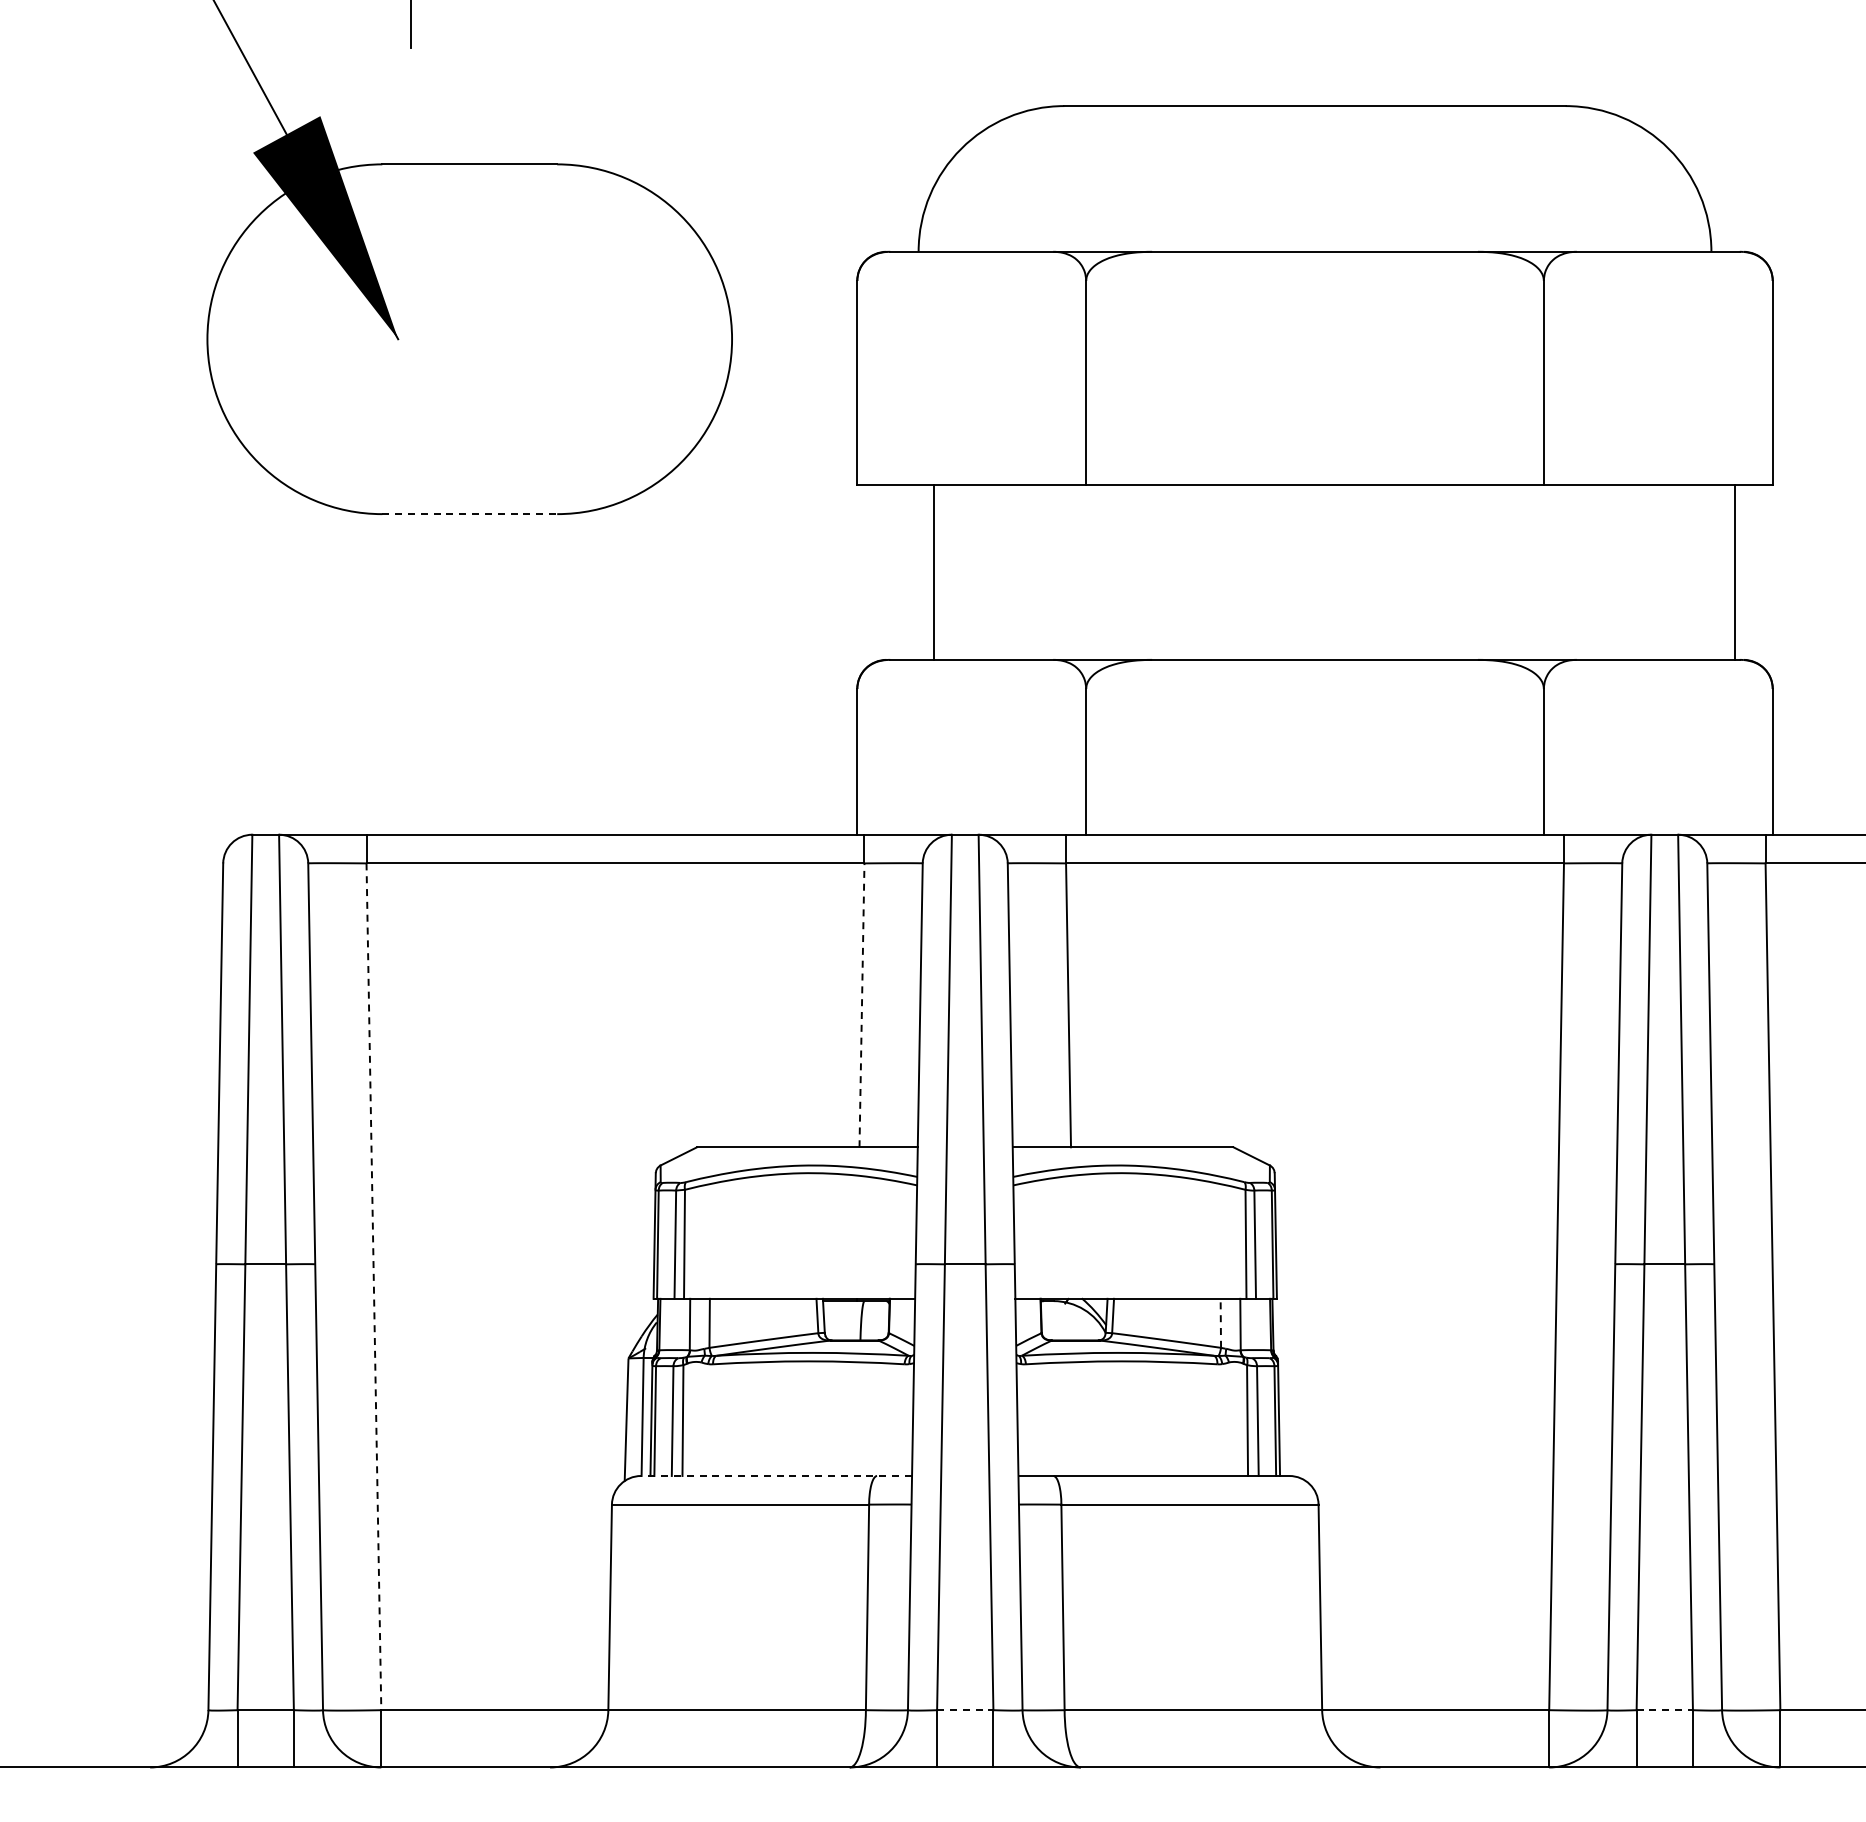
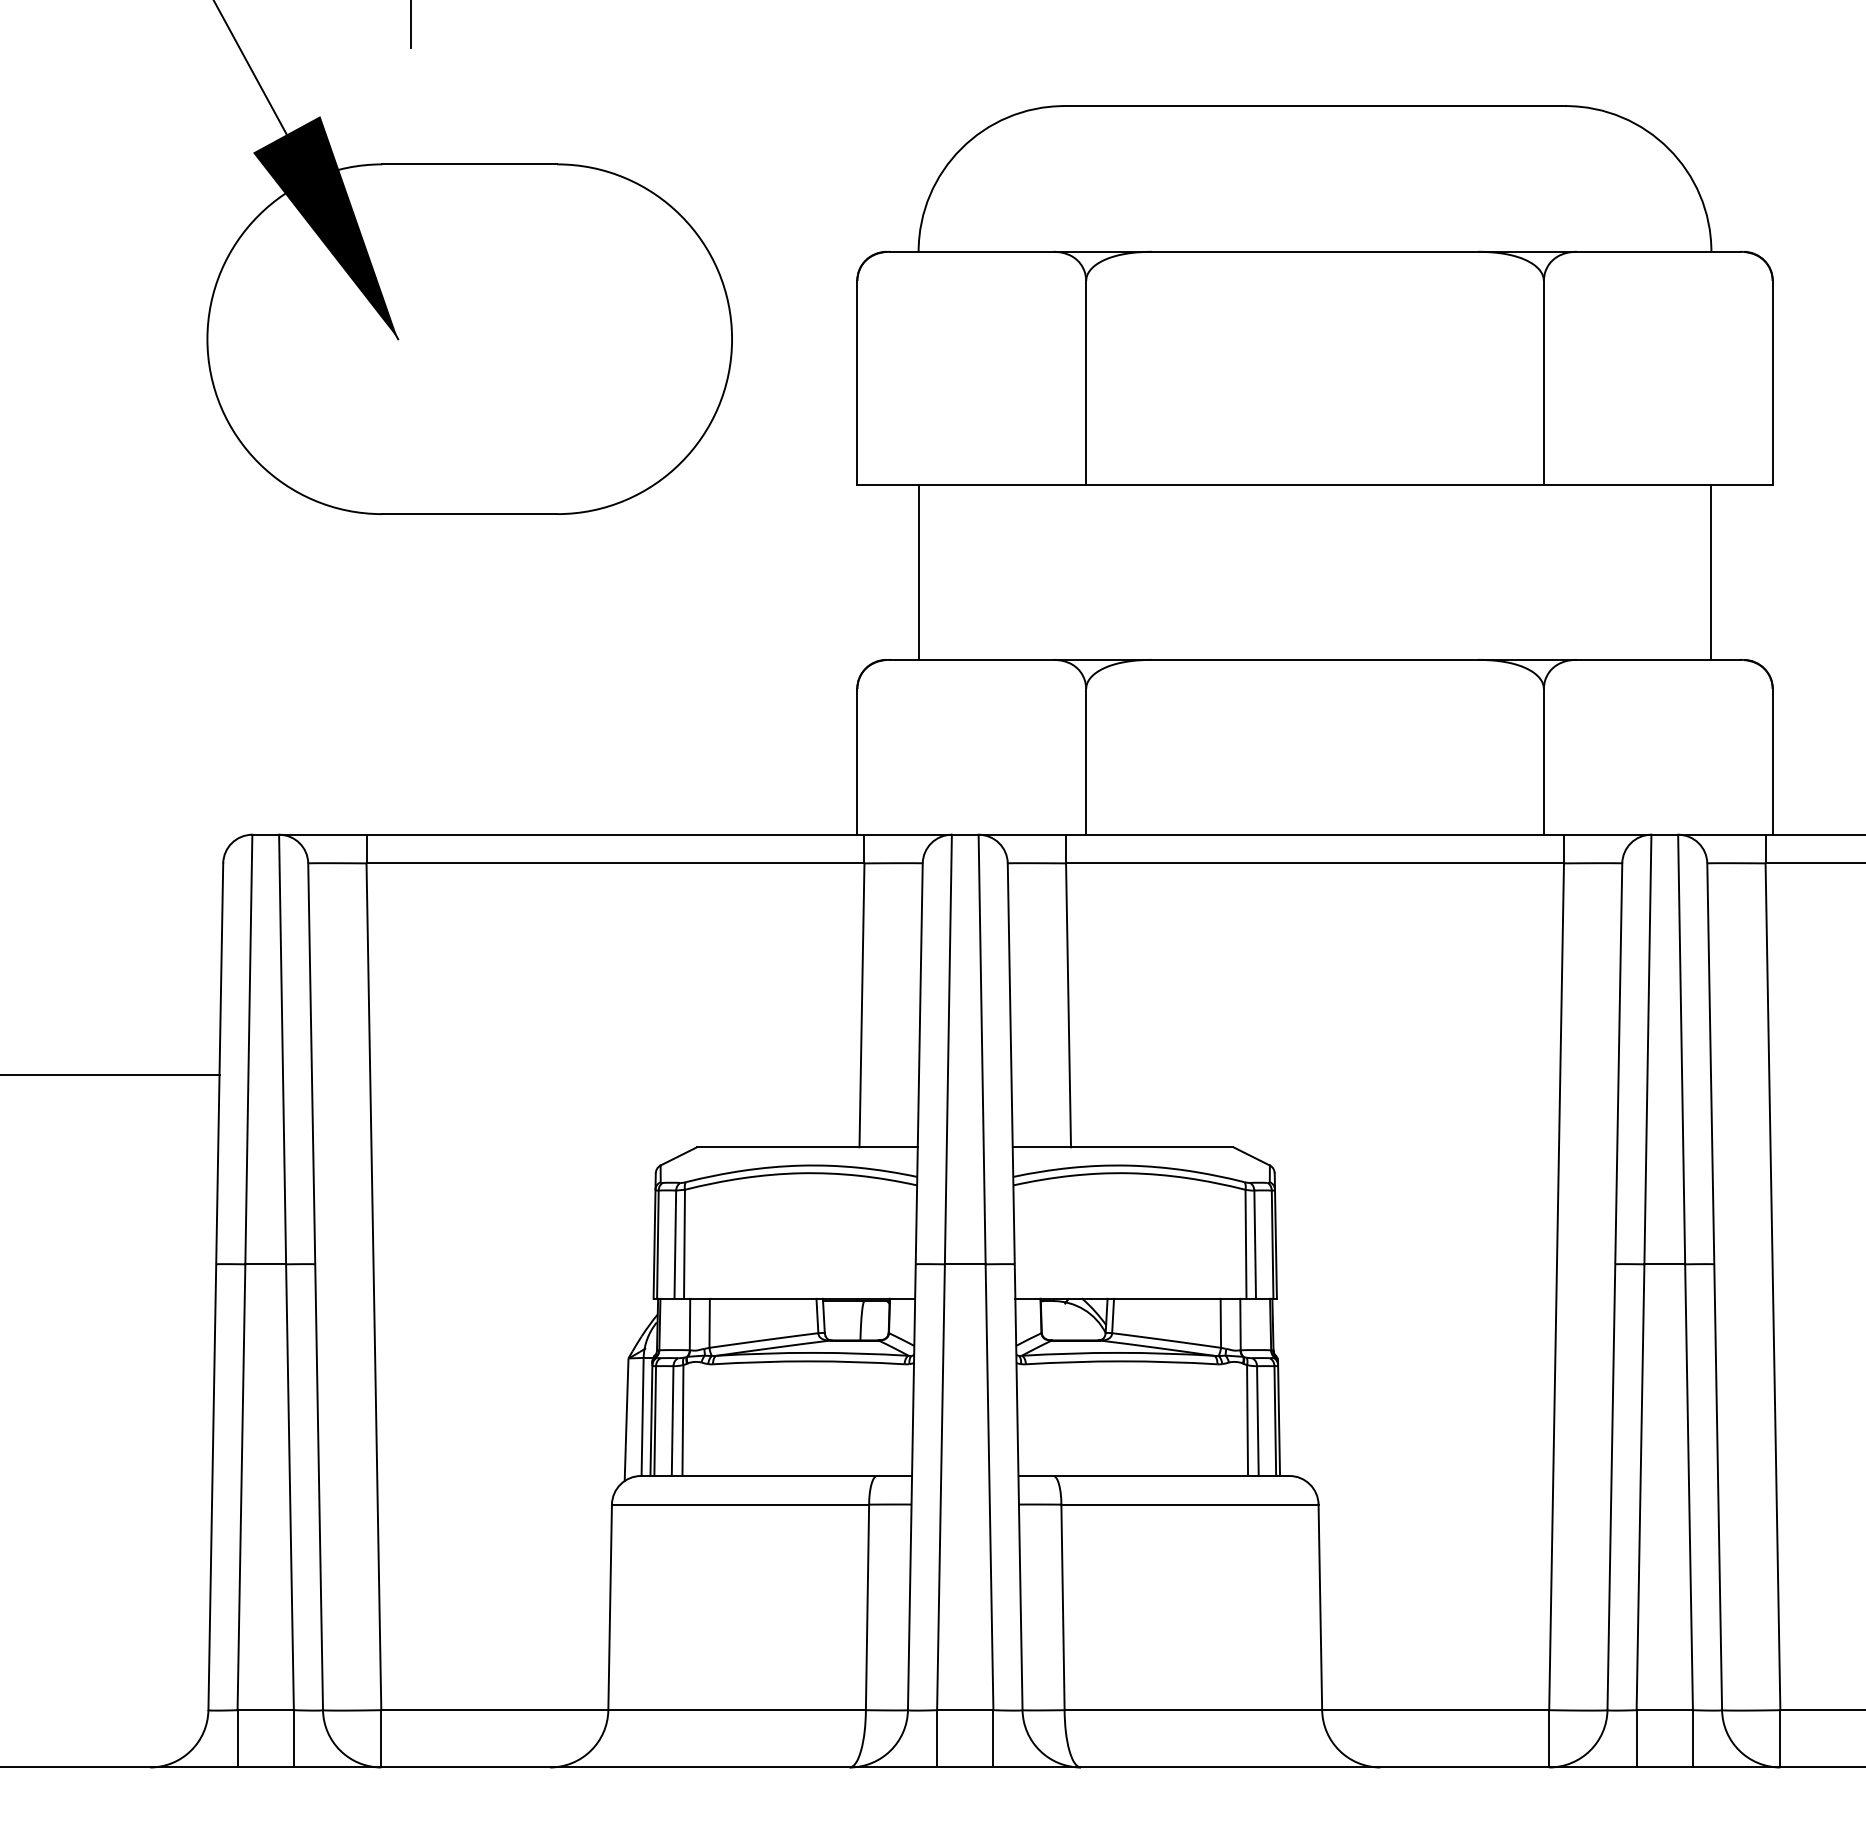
line at (470, 514): dashed -> solid
line at (933, 572) position: (933, 572) -> (918, 572)
line at (1735, 572) position: (1735, 572) -> (1711, 572)
line at (861, 1005): dashed -> solid
line at (110, 1074): none -> present
line at (373, 1287): dashed -> solid
line at (1220, 1323): dashed -> solid
line at (776, 1475): dashed -> solid
line at (965, 1710): dashed -> solid
line at (1665, 1710): dashed -> solid
